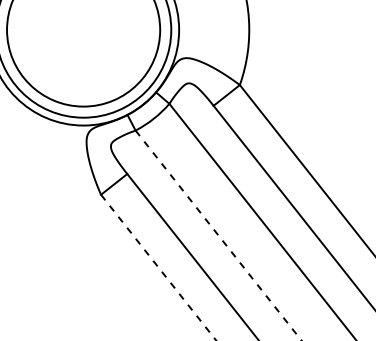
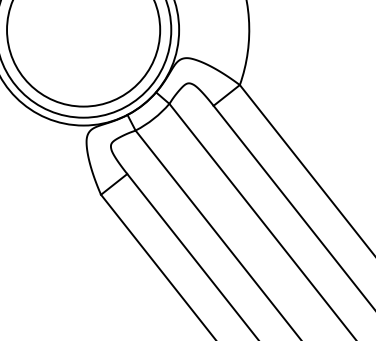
line at (218, 235): dashed -> solid
line at (158, 267): dashed -> solid
